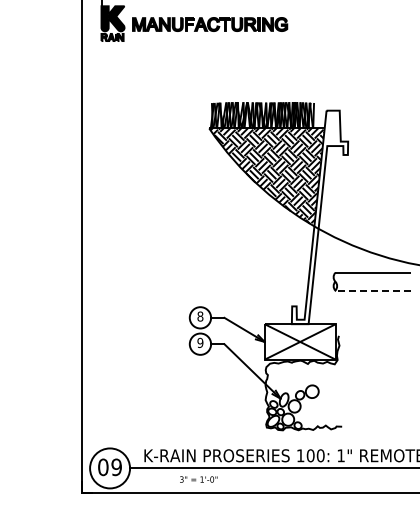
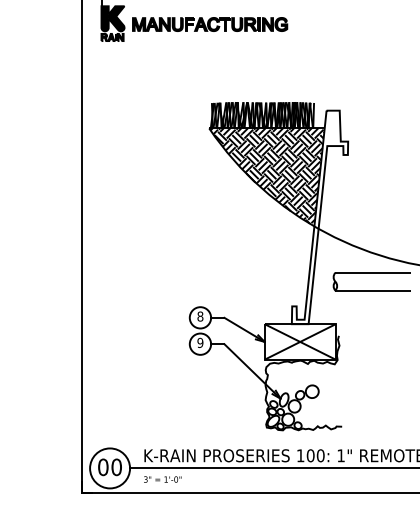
line at (373, 290): dashed -> solid
text at (116, 467): 09 -> 00
text at (198, 479) position: (198, 479) -> (162, 479)
